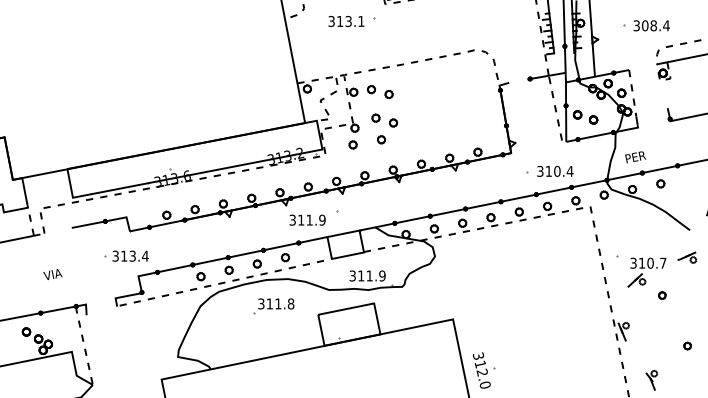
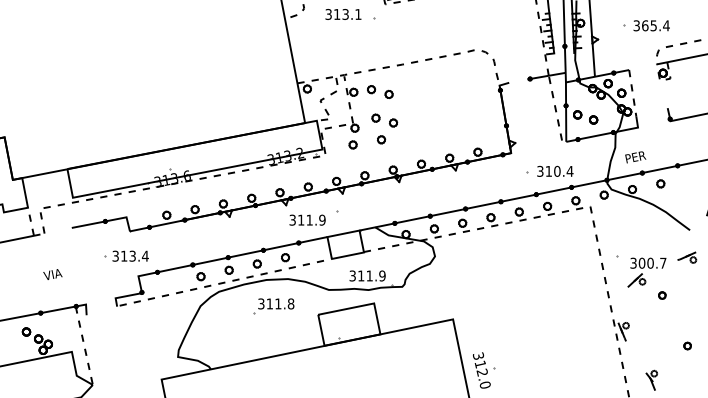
text at (346, 21) position: (346, 21) -> (343, 14)
text at (649, 25): 308.4 -> 365.4
text at (641, 262): 310.7 -> 300.7
